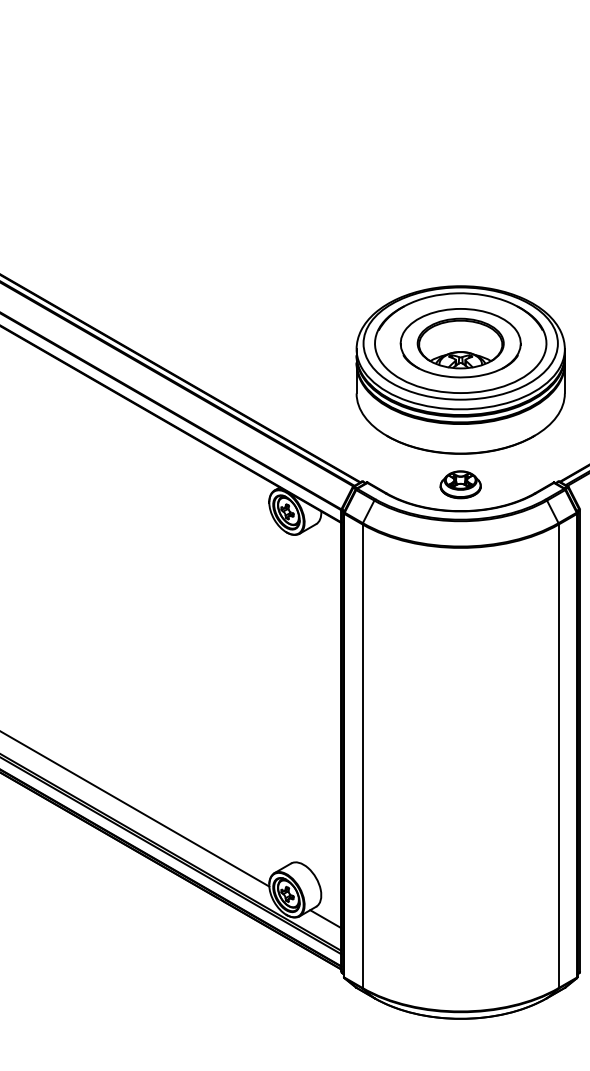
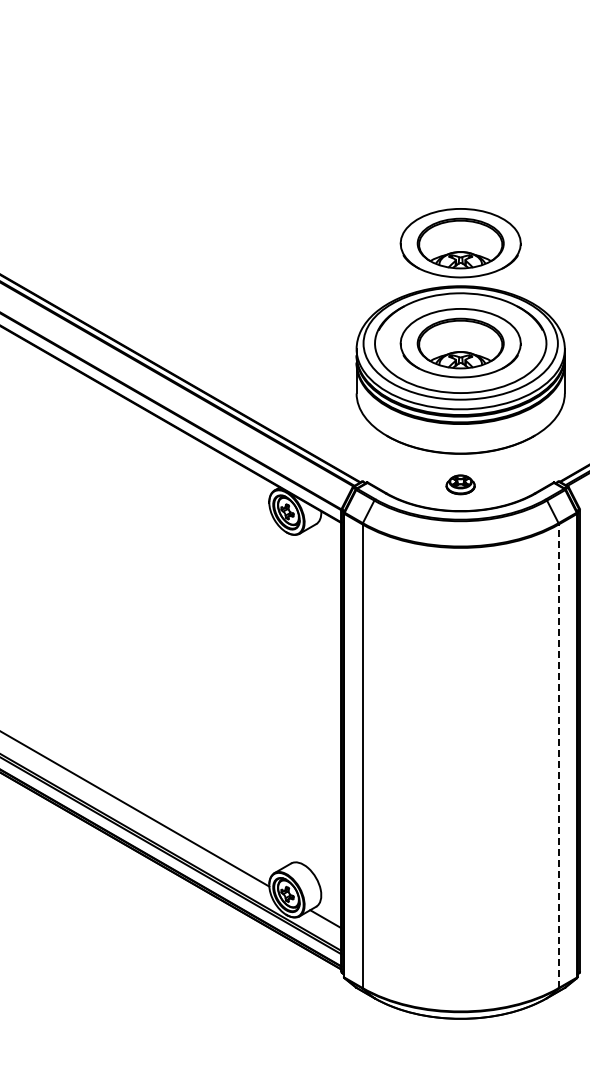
part at (460, 243): none -> present
part at (460, 484) size: 43x30 px -> 31x22 px
line at (558, 756): solid -> dashed
